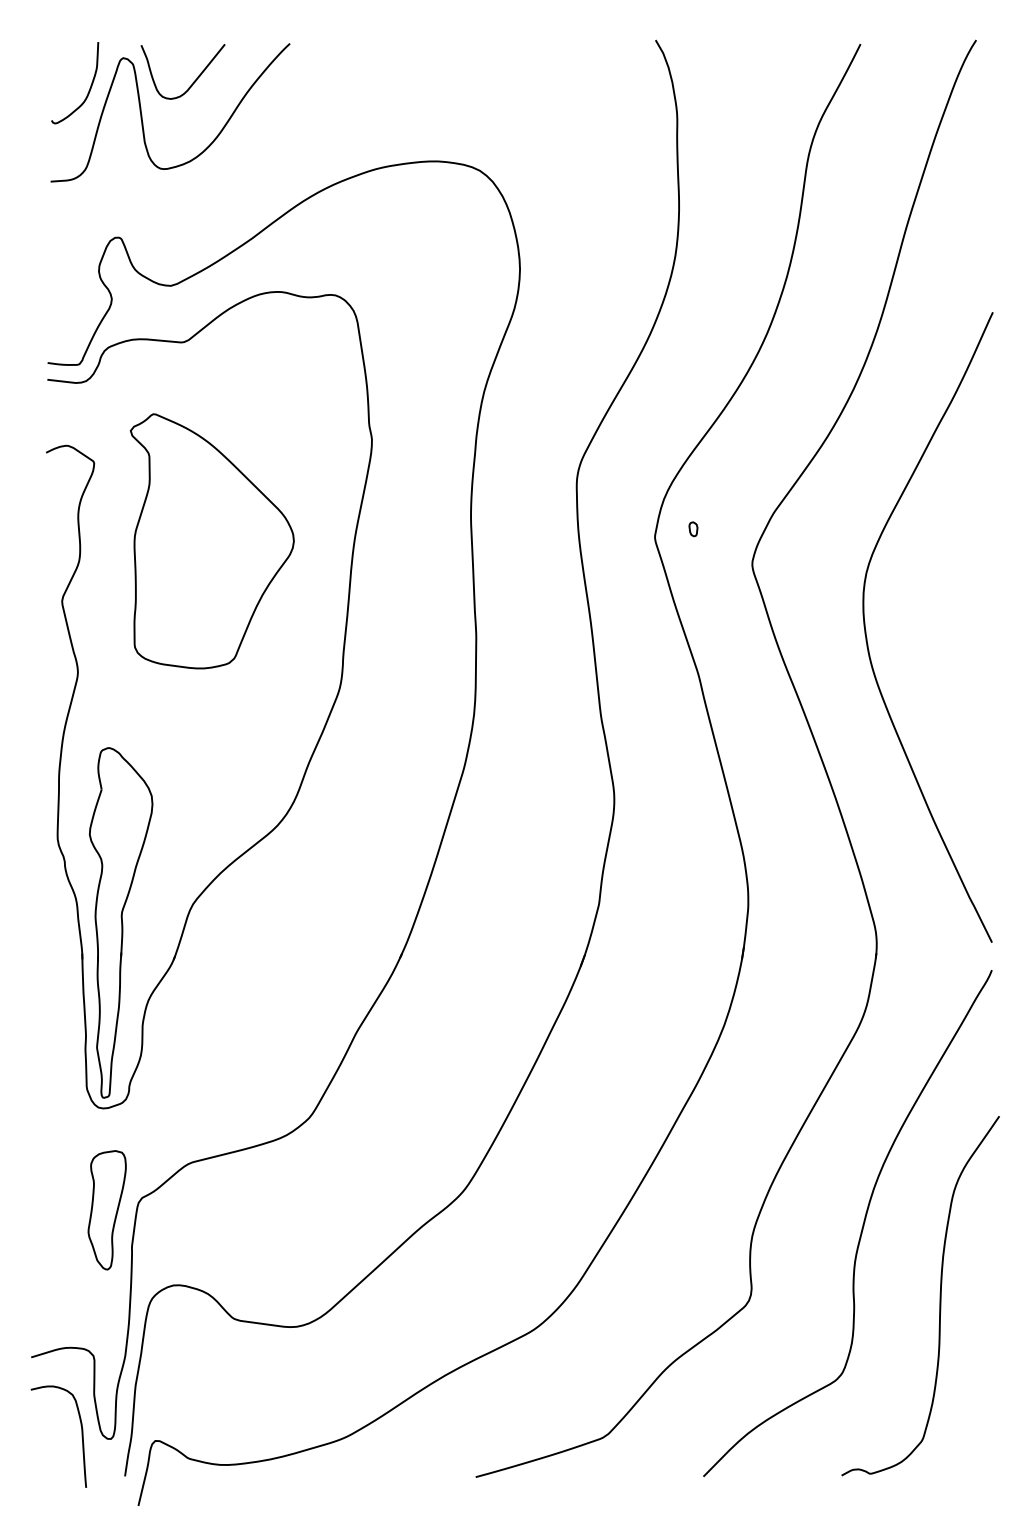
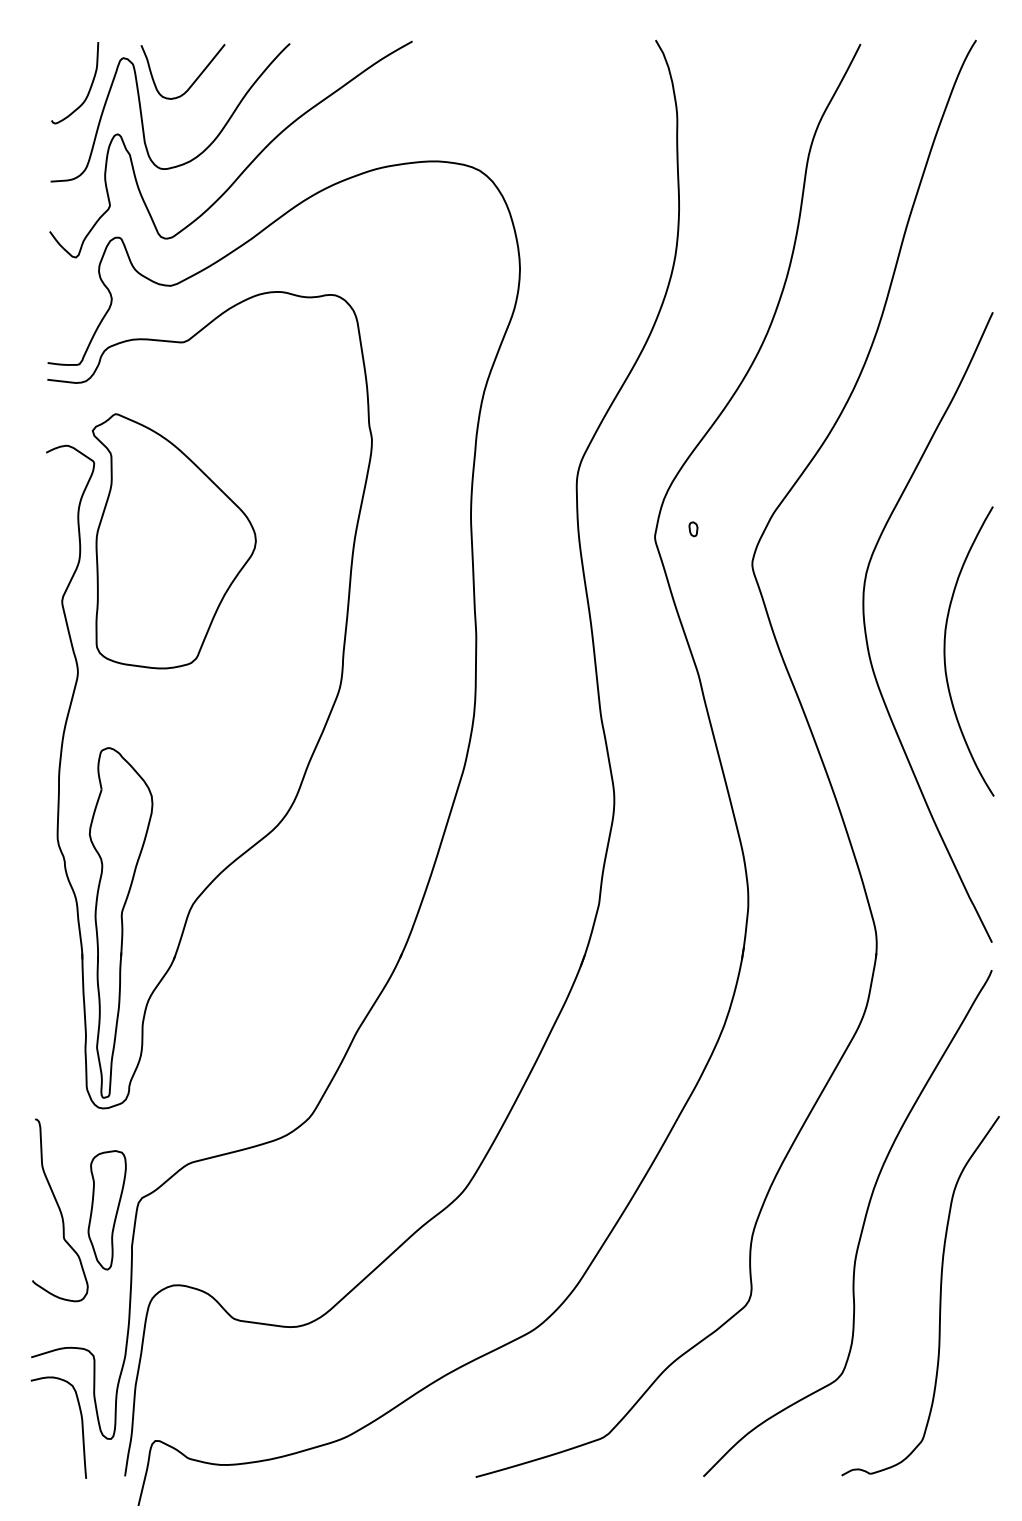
curve at (247, 165): none -> present
part at (211, 541) position: (211, 541) -> (173, 541)
curve at (945, 651): none -> present
curve at (60, 1210): none -> present
curve at (81, 1436) position: (81, 1436) -> (81, 1427)
